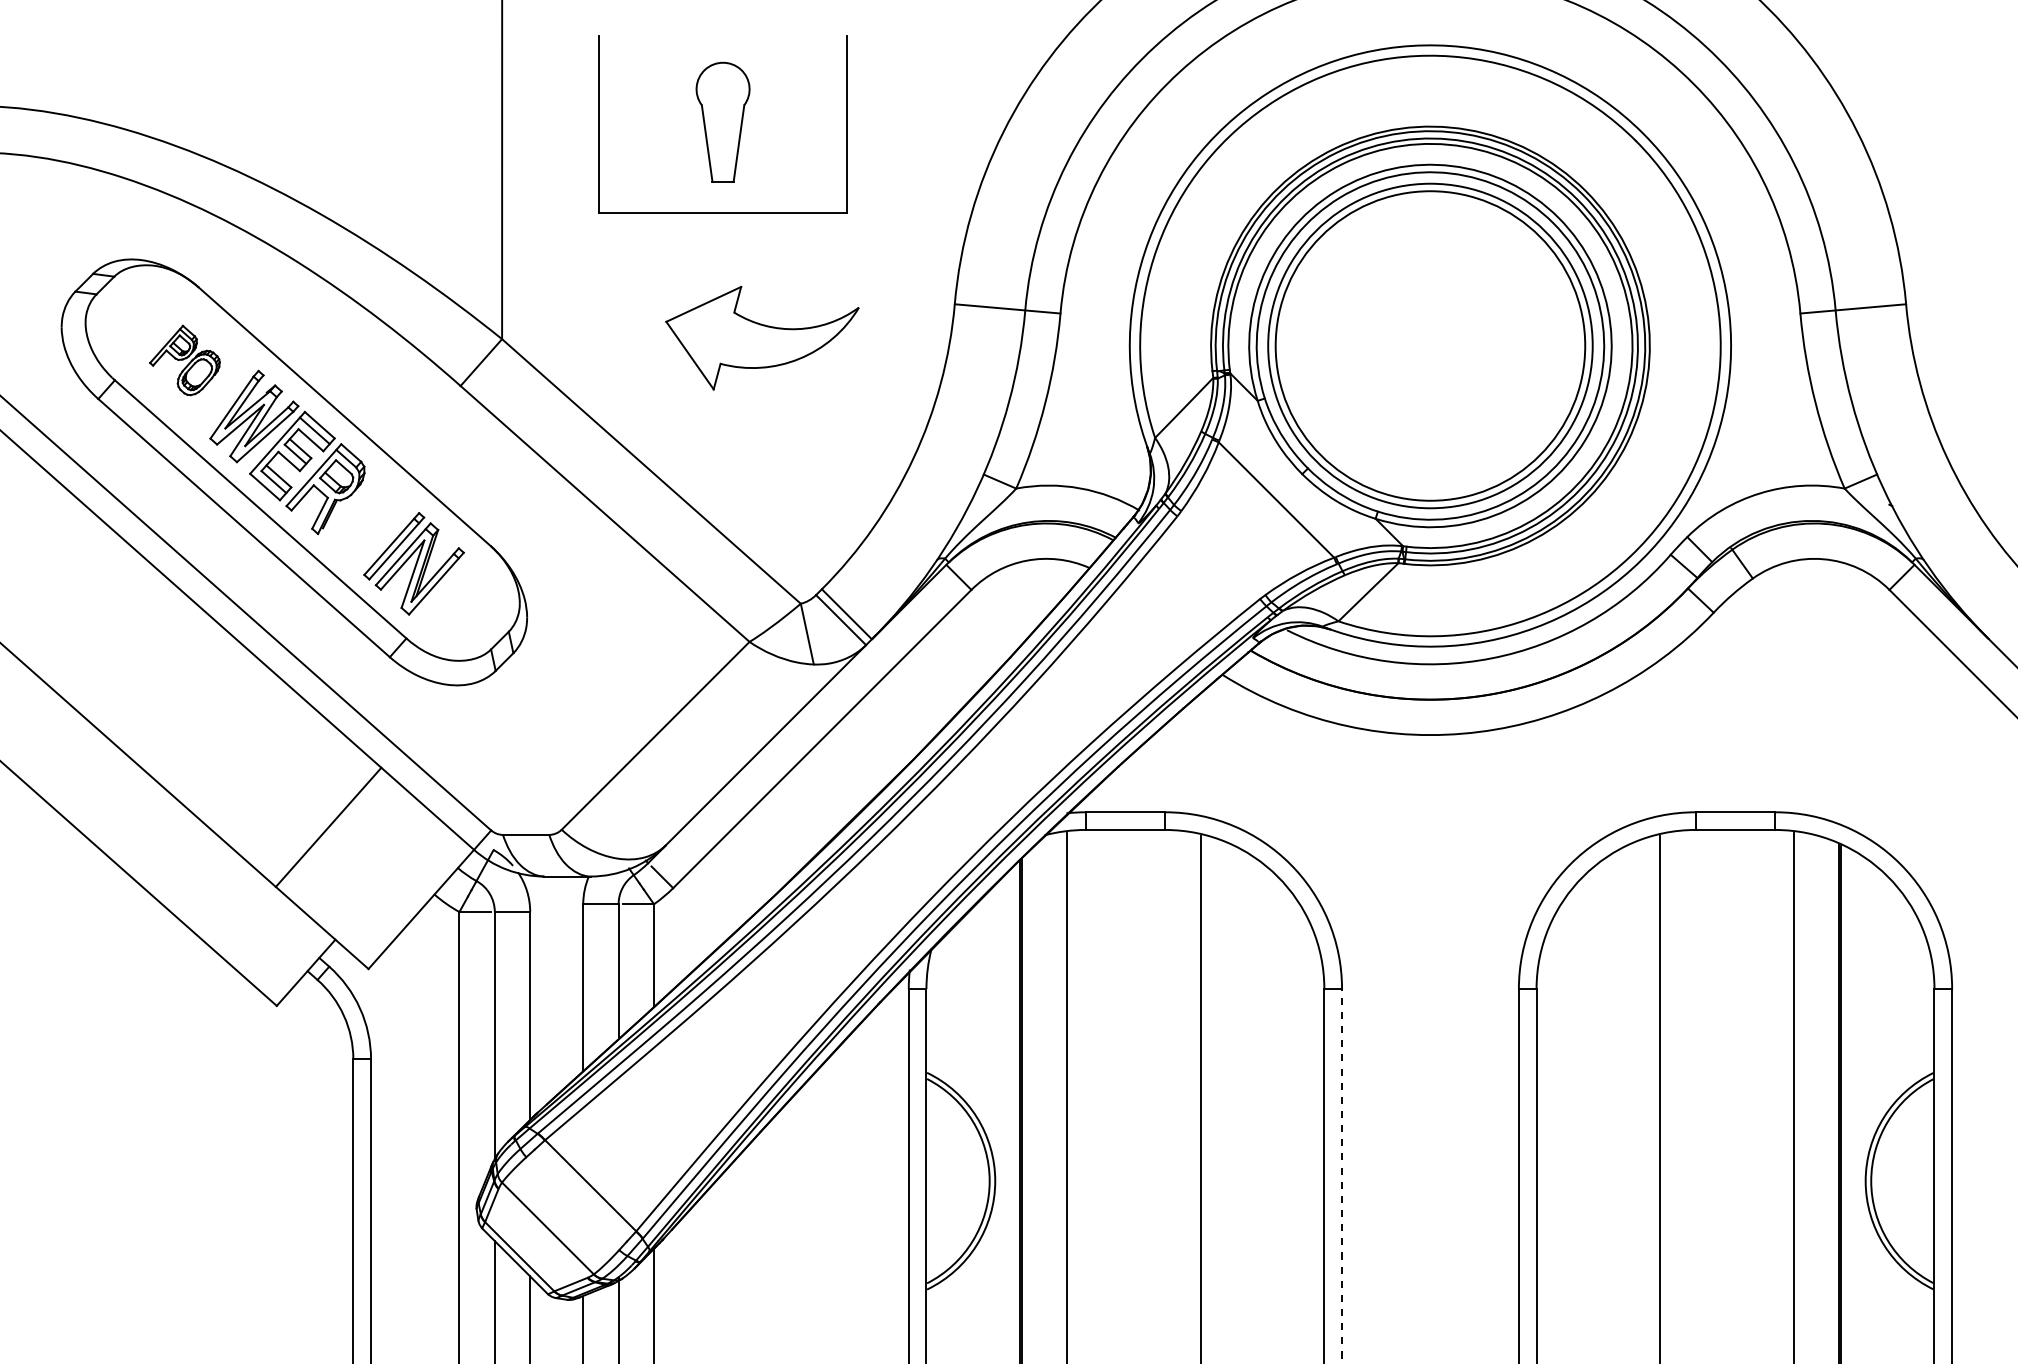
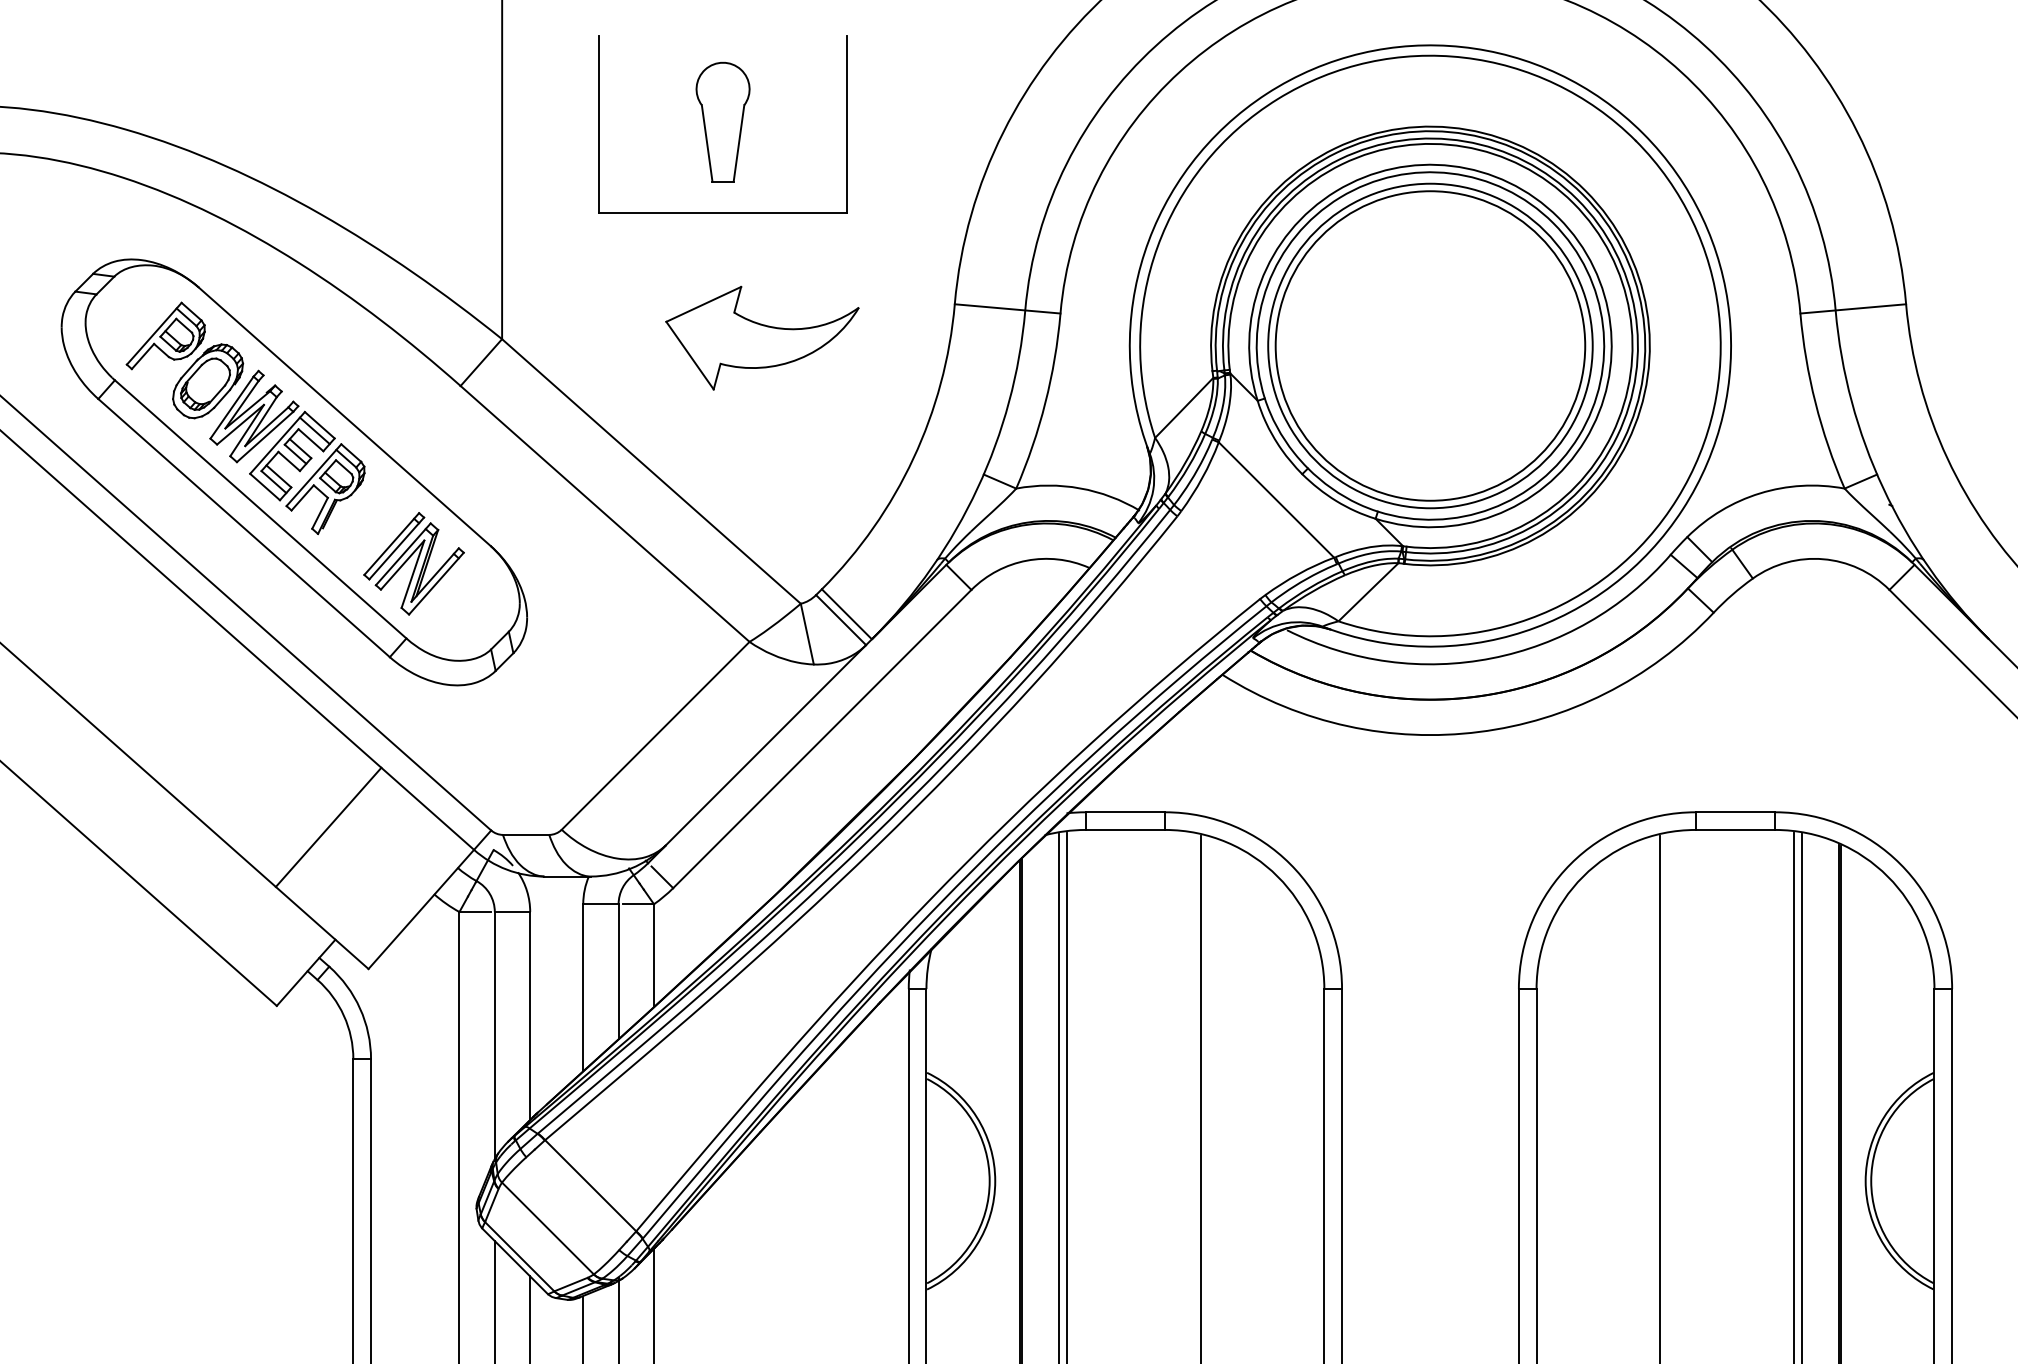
part at (184, 360) size: 72x73 px -> 120x119 px
line at (1059, 1097): none -> present
line at (1801, 1097): none -> present
line at (1342, 1176): dashed -> solid
